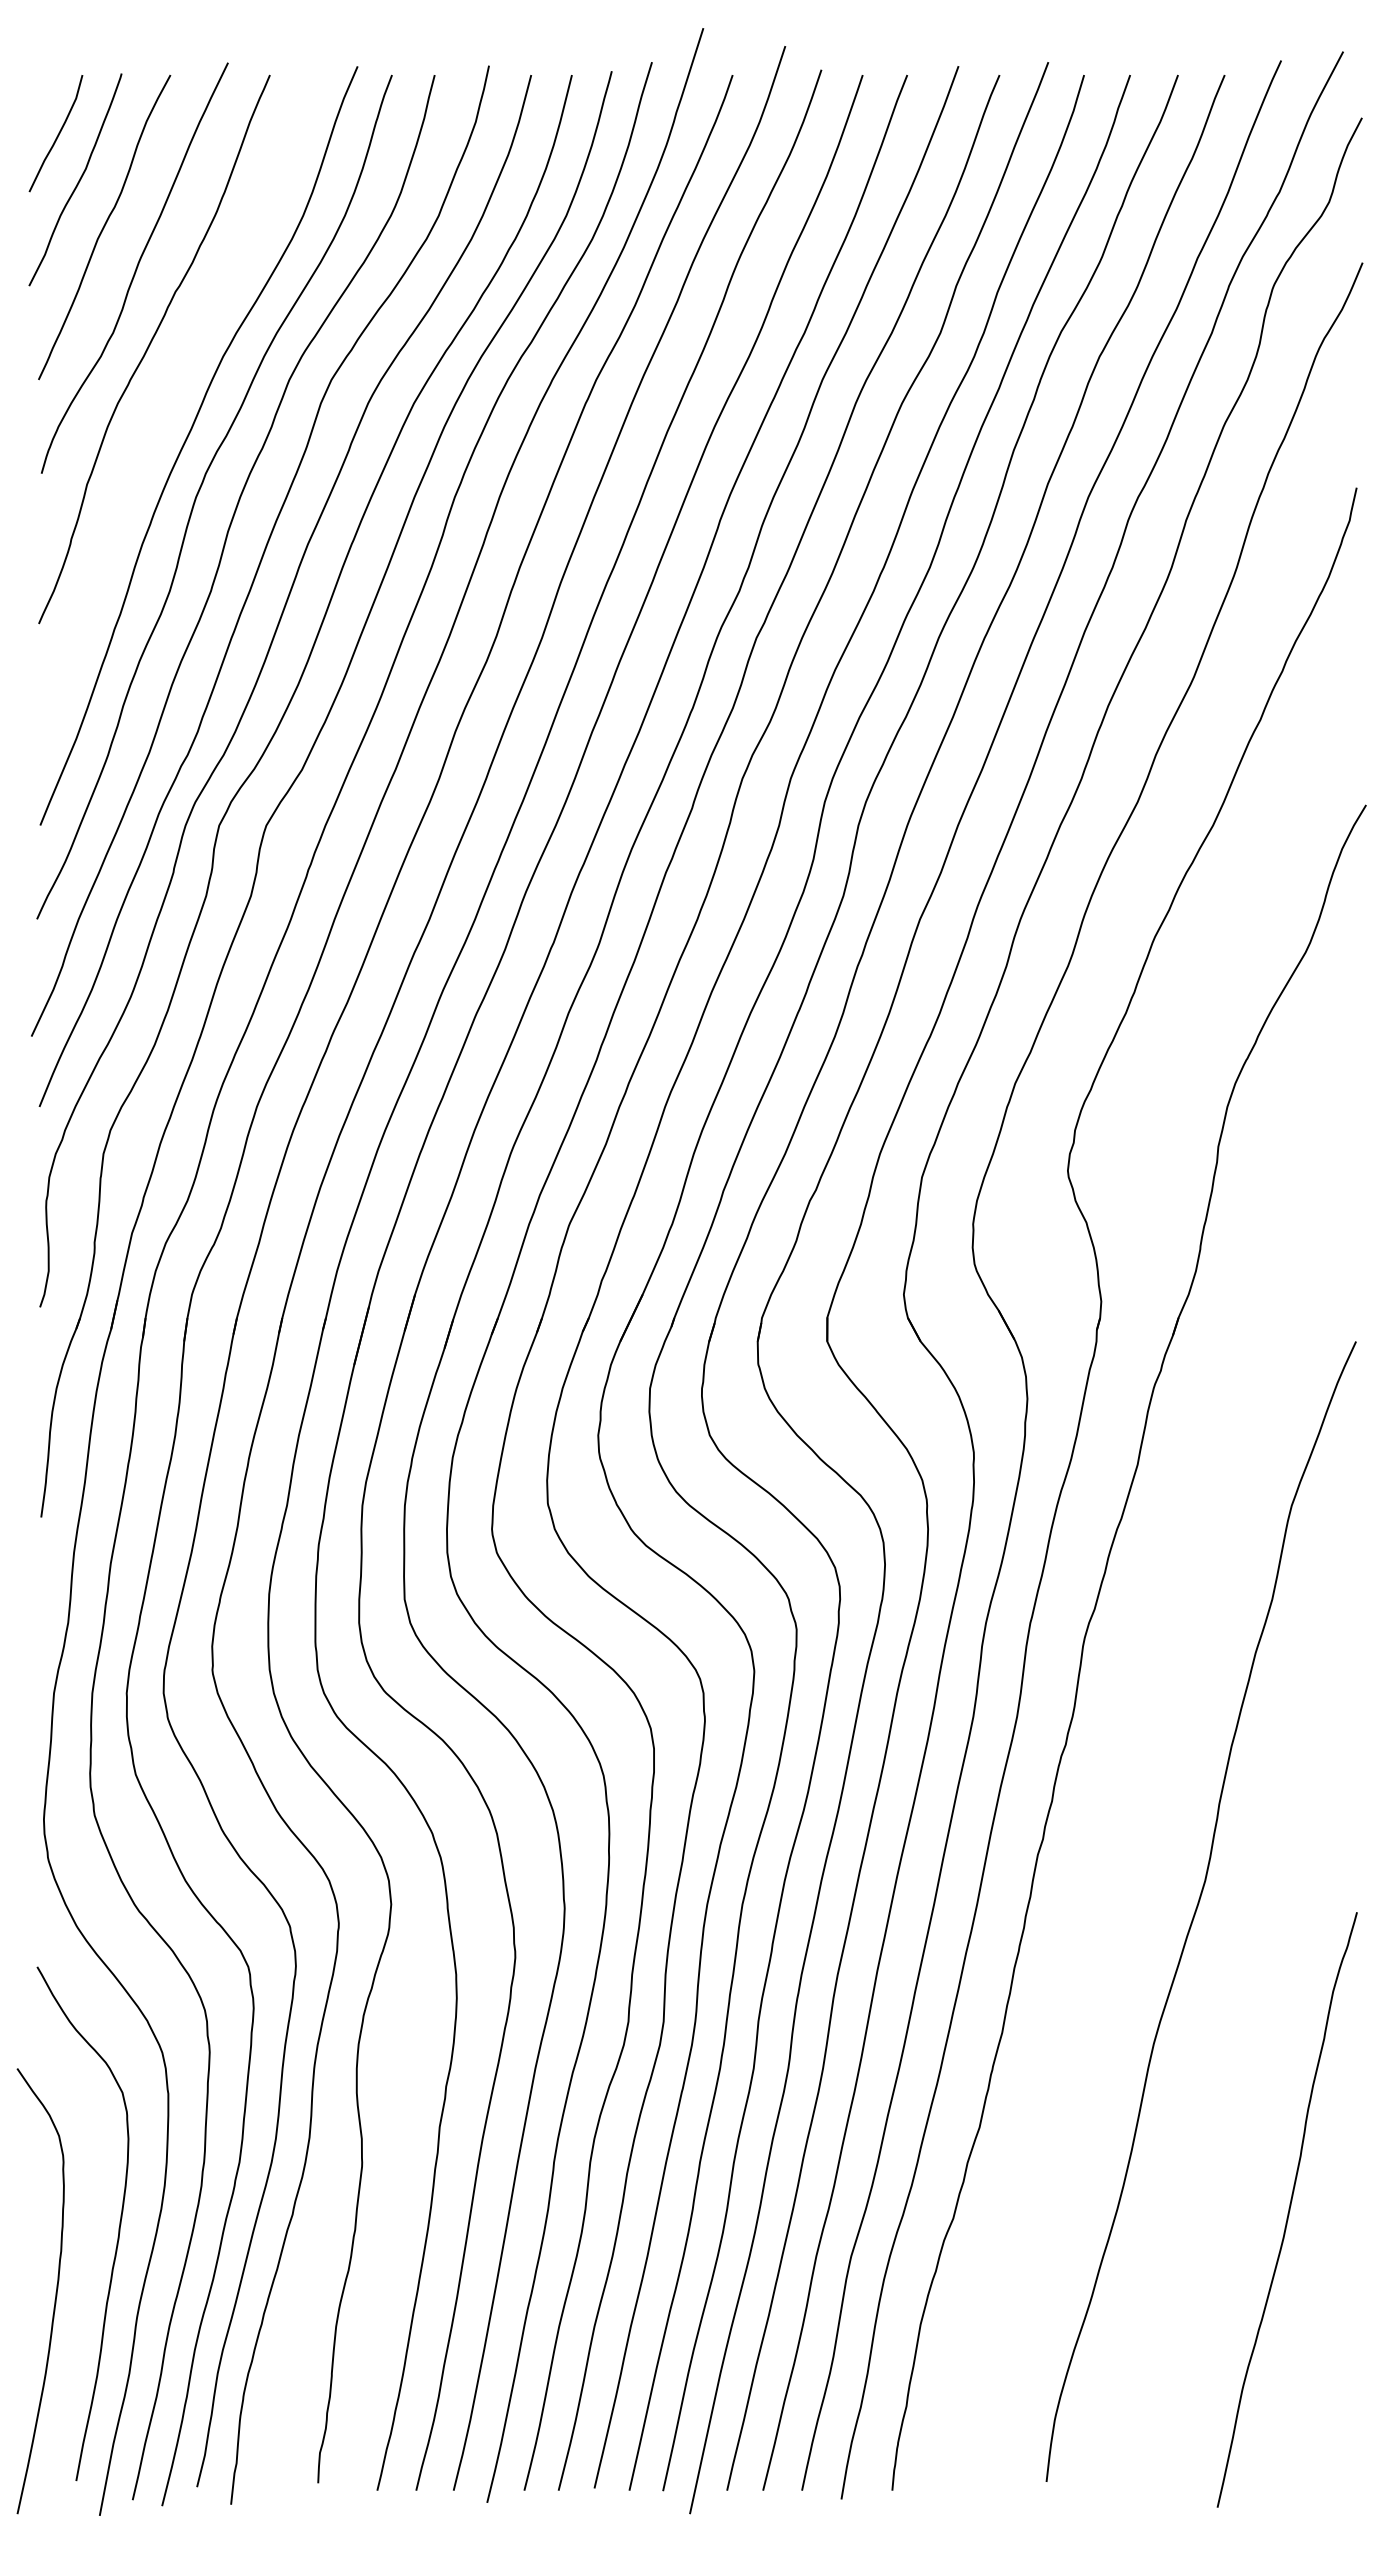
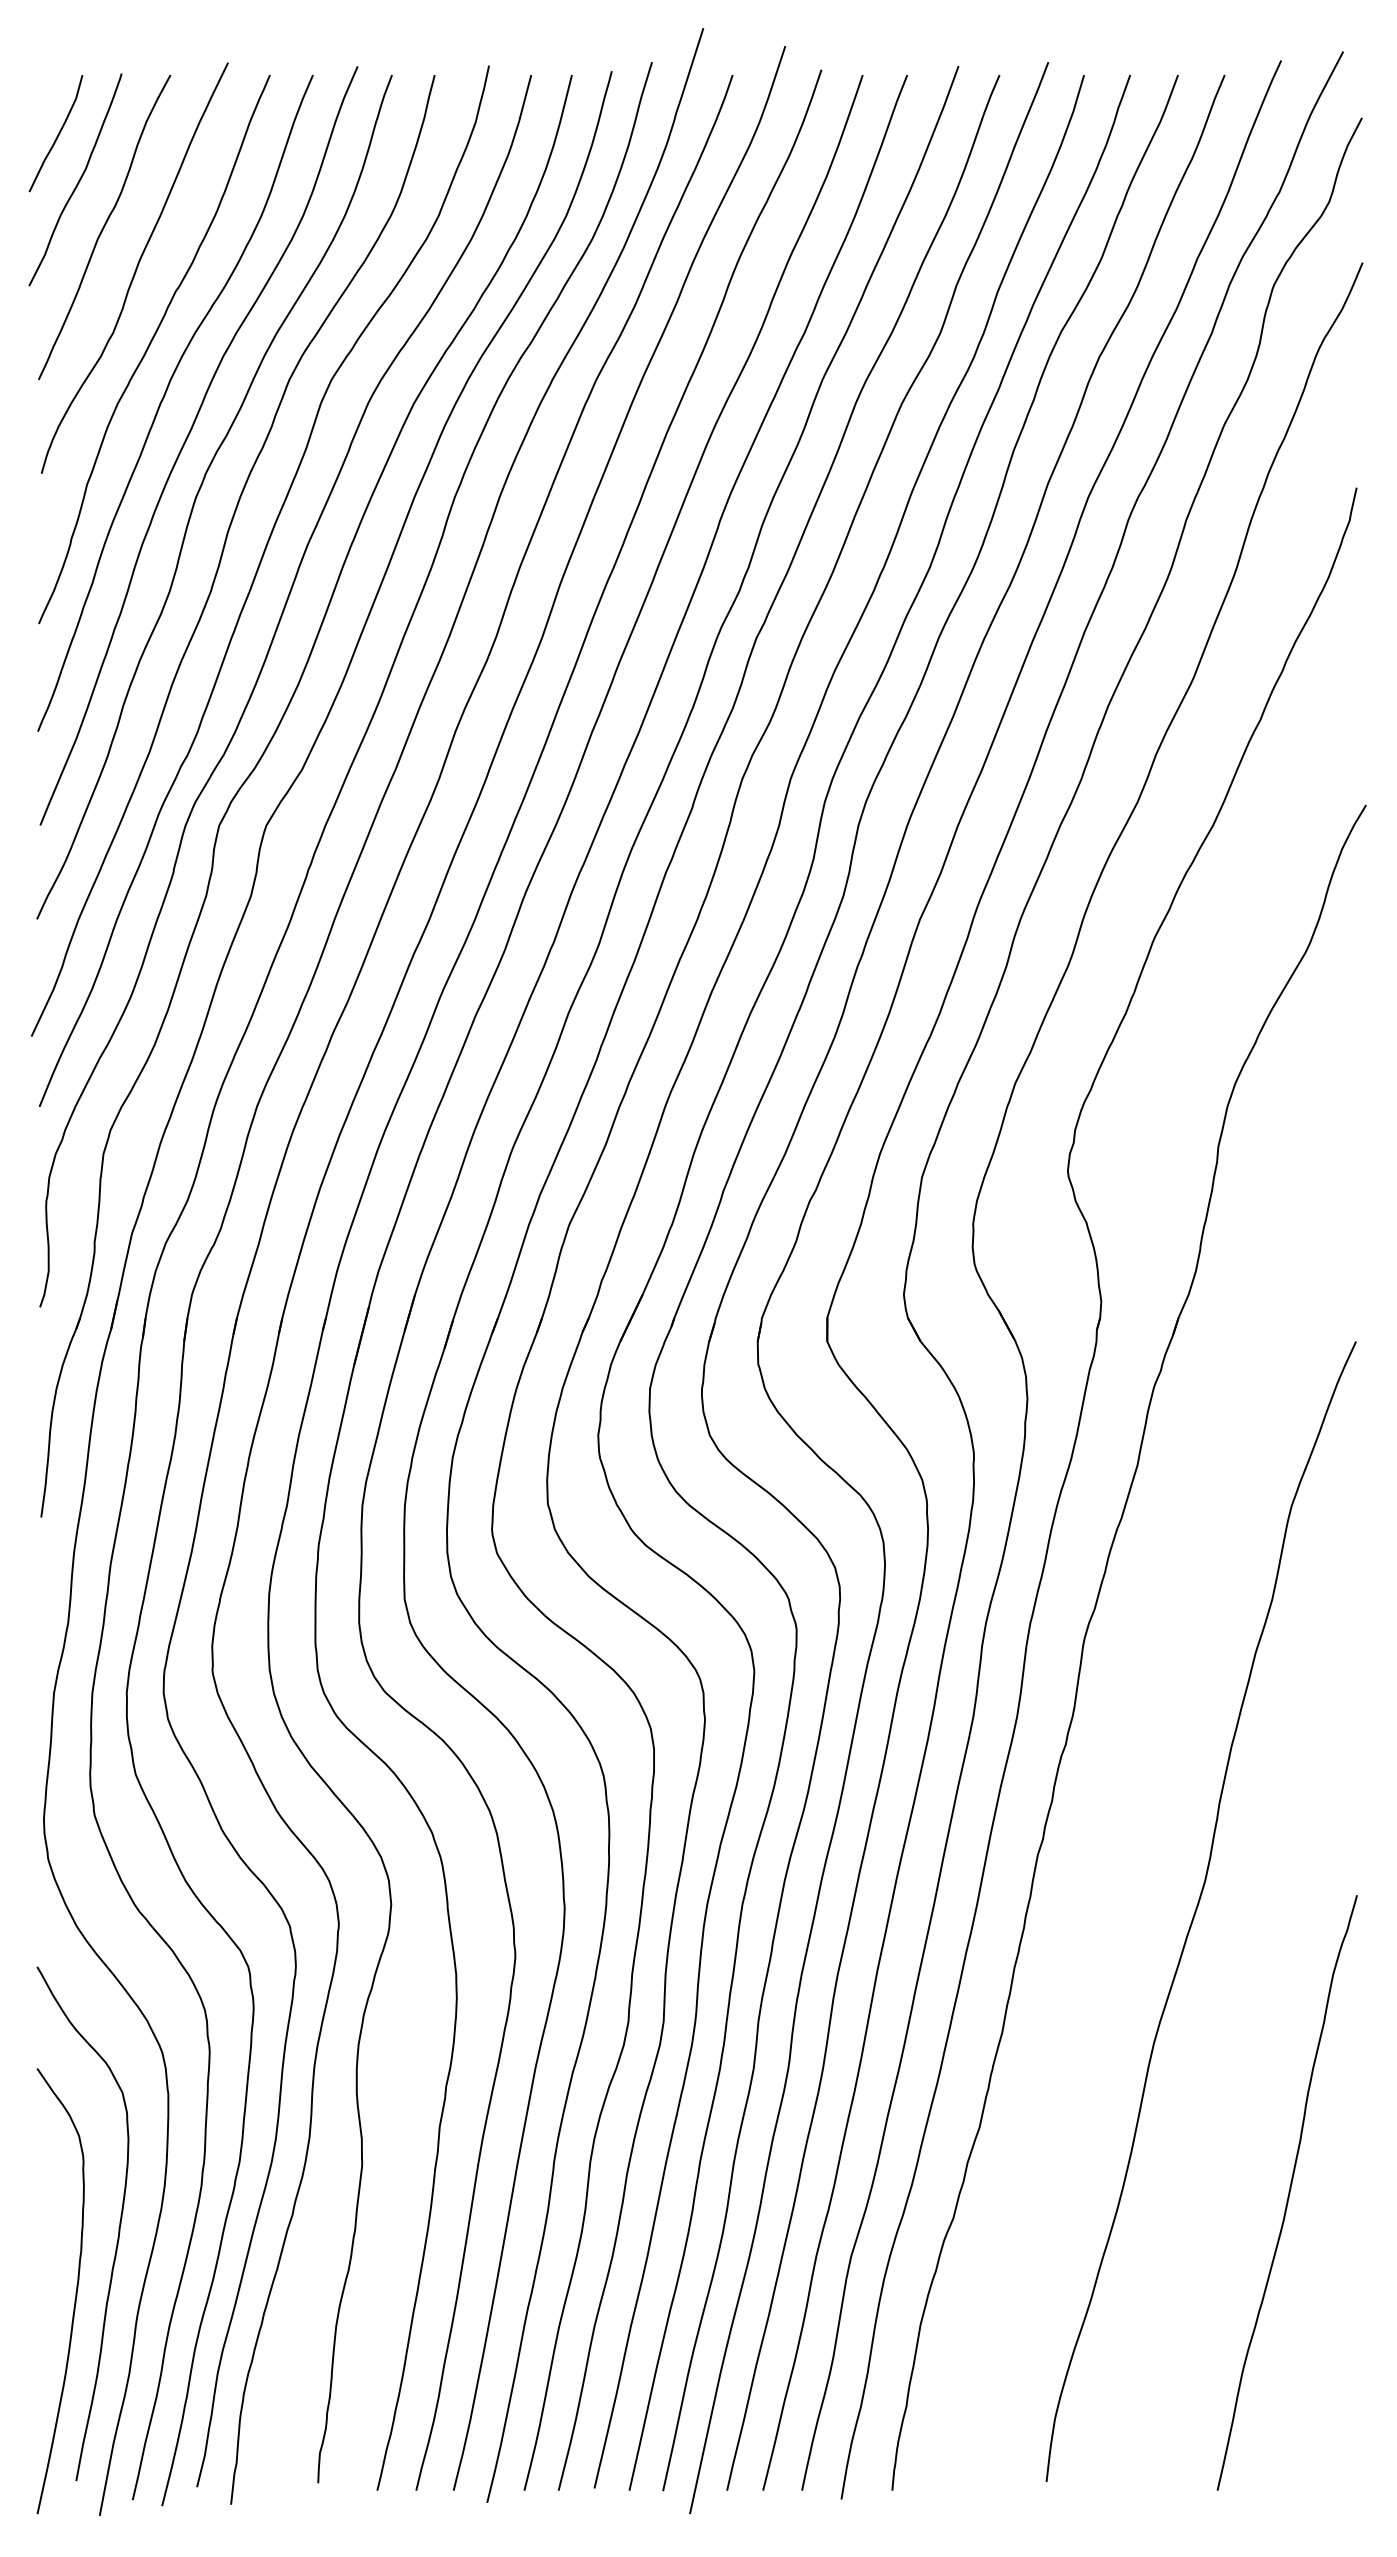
curve at (164, 398): none -> present
curve at (1288, 2209) position: (1288, 2209) -> (1288, 2192)
curve at (55, 2292) position: (55, 2292) -> (75, 2292)
